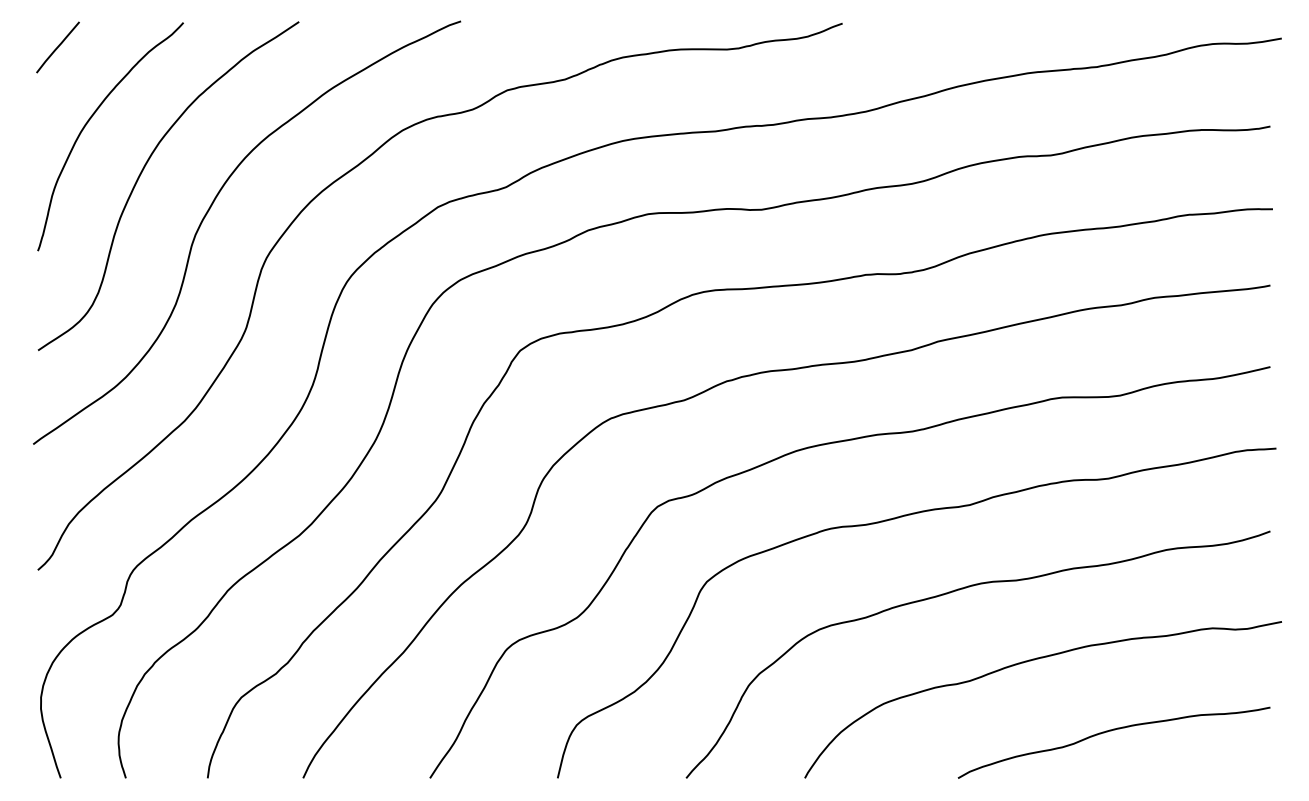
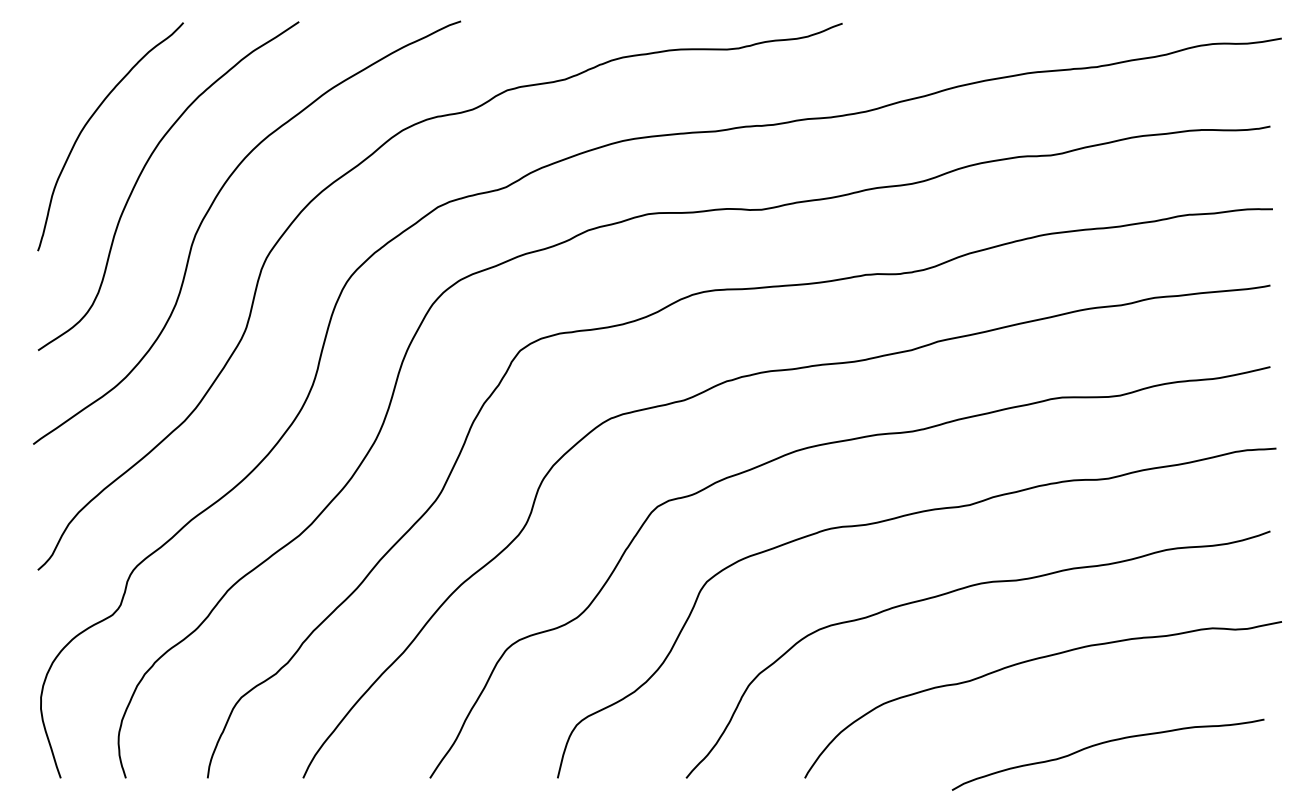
line at (57, 47): present -> none
curve at (1111, 731) position: (1111, 731) -> (1105, 743)
